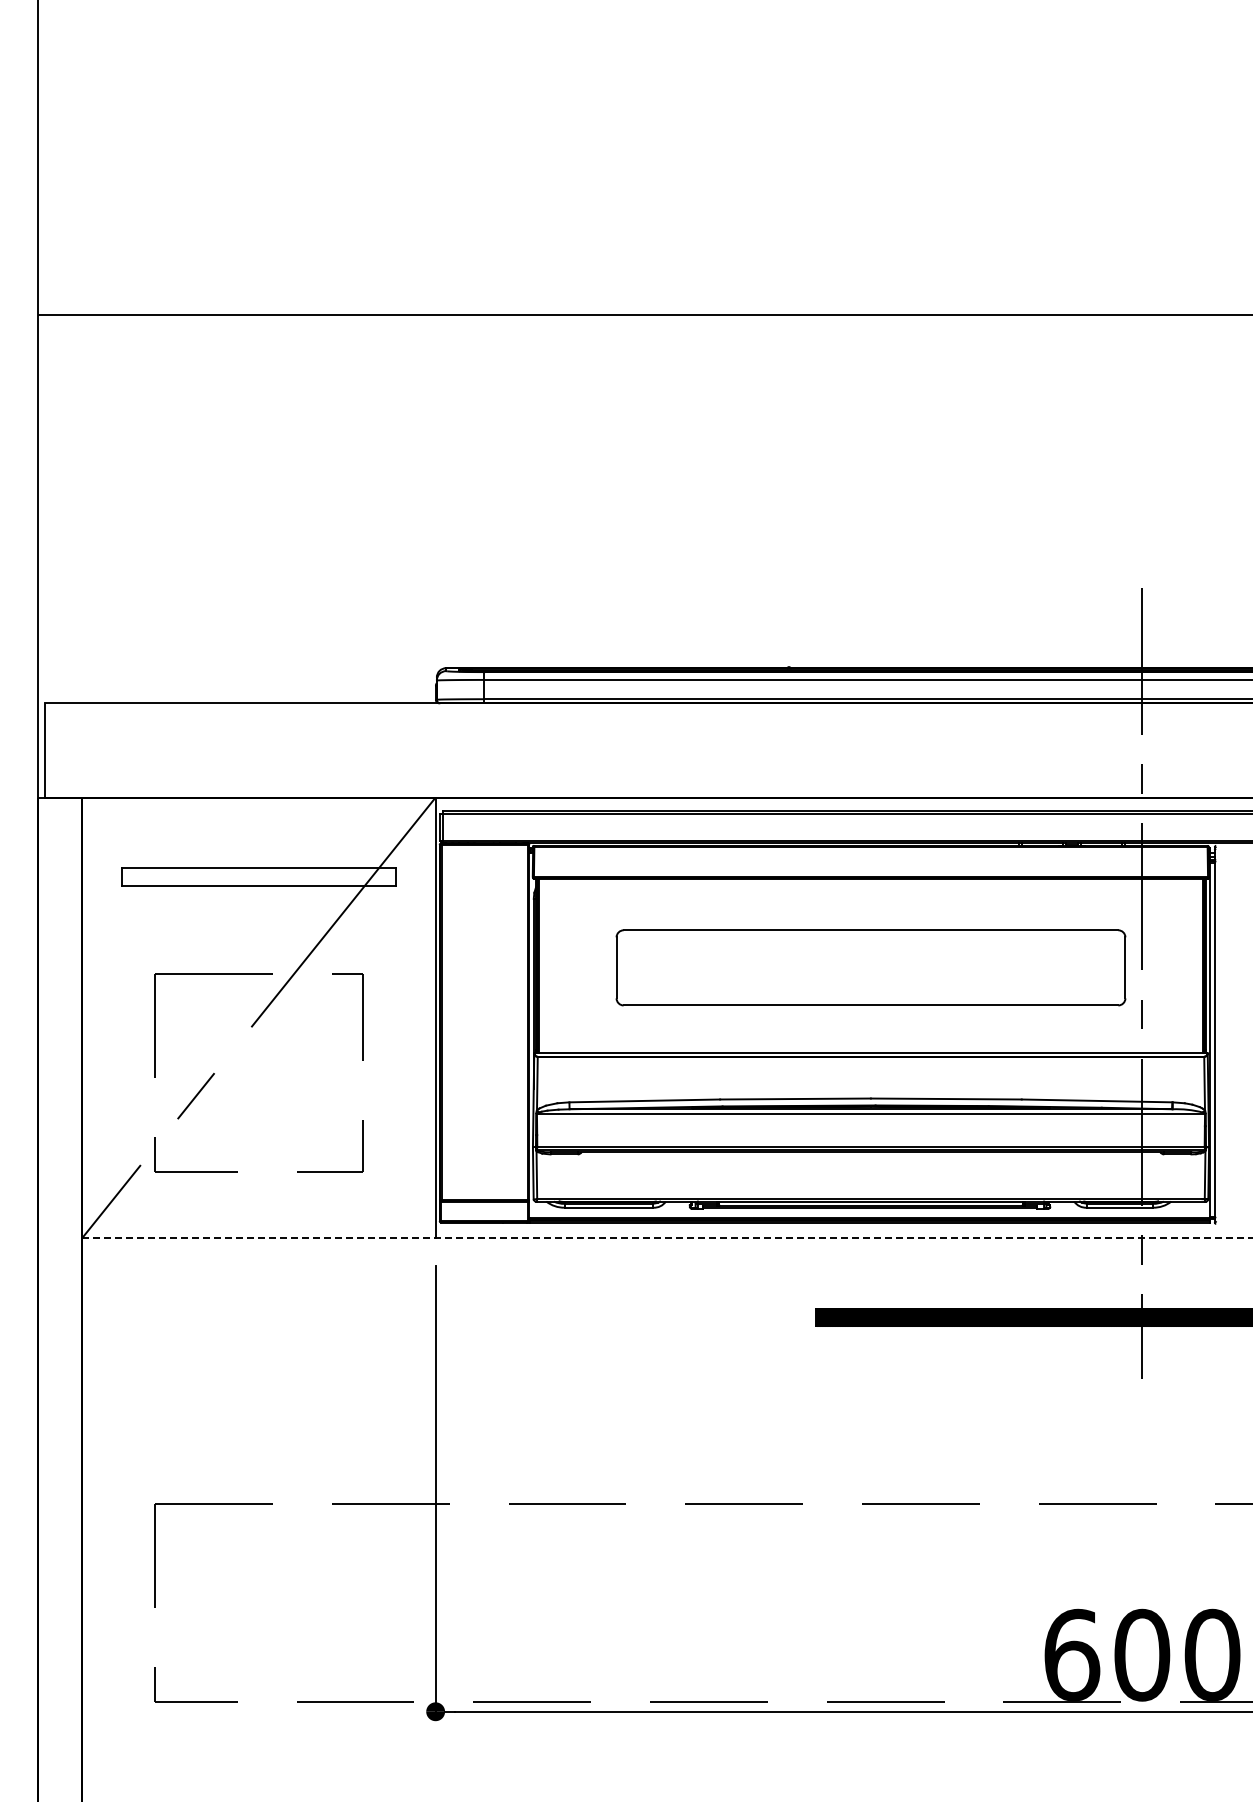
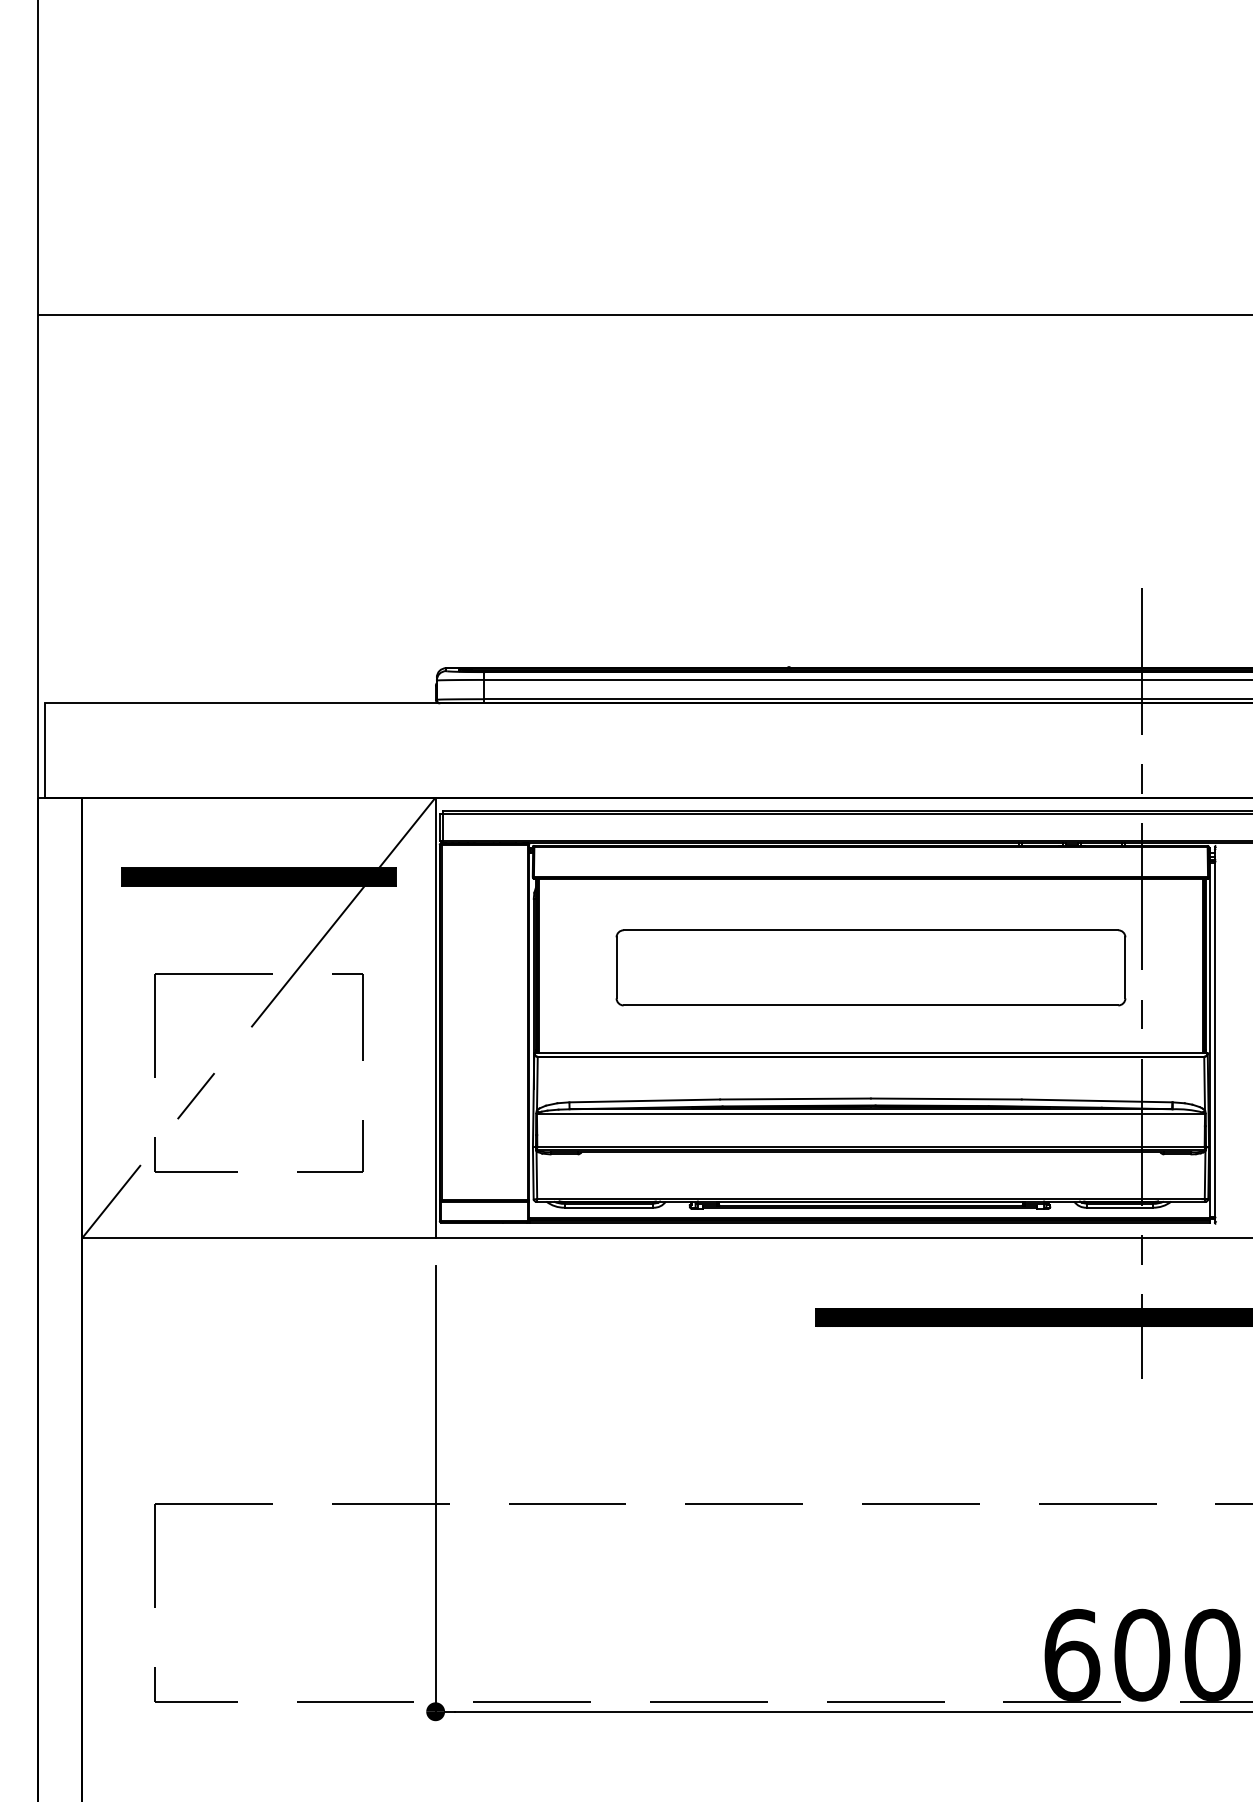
hatch at (258, 876): none -> present
line at (668, 1238): dashed -> solid
